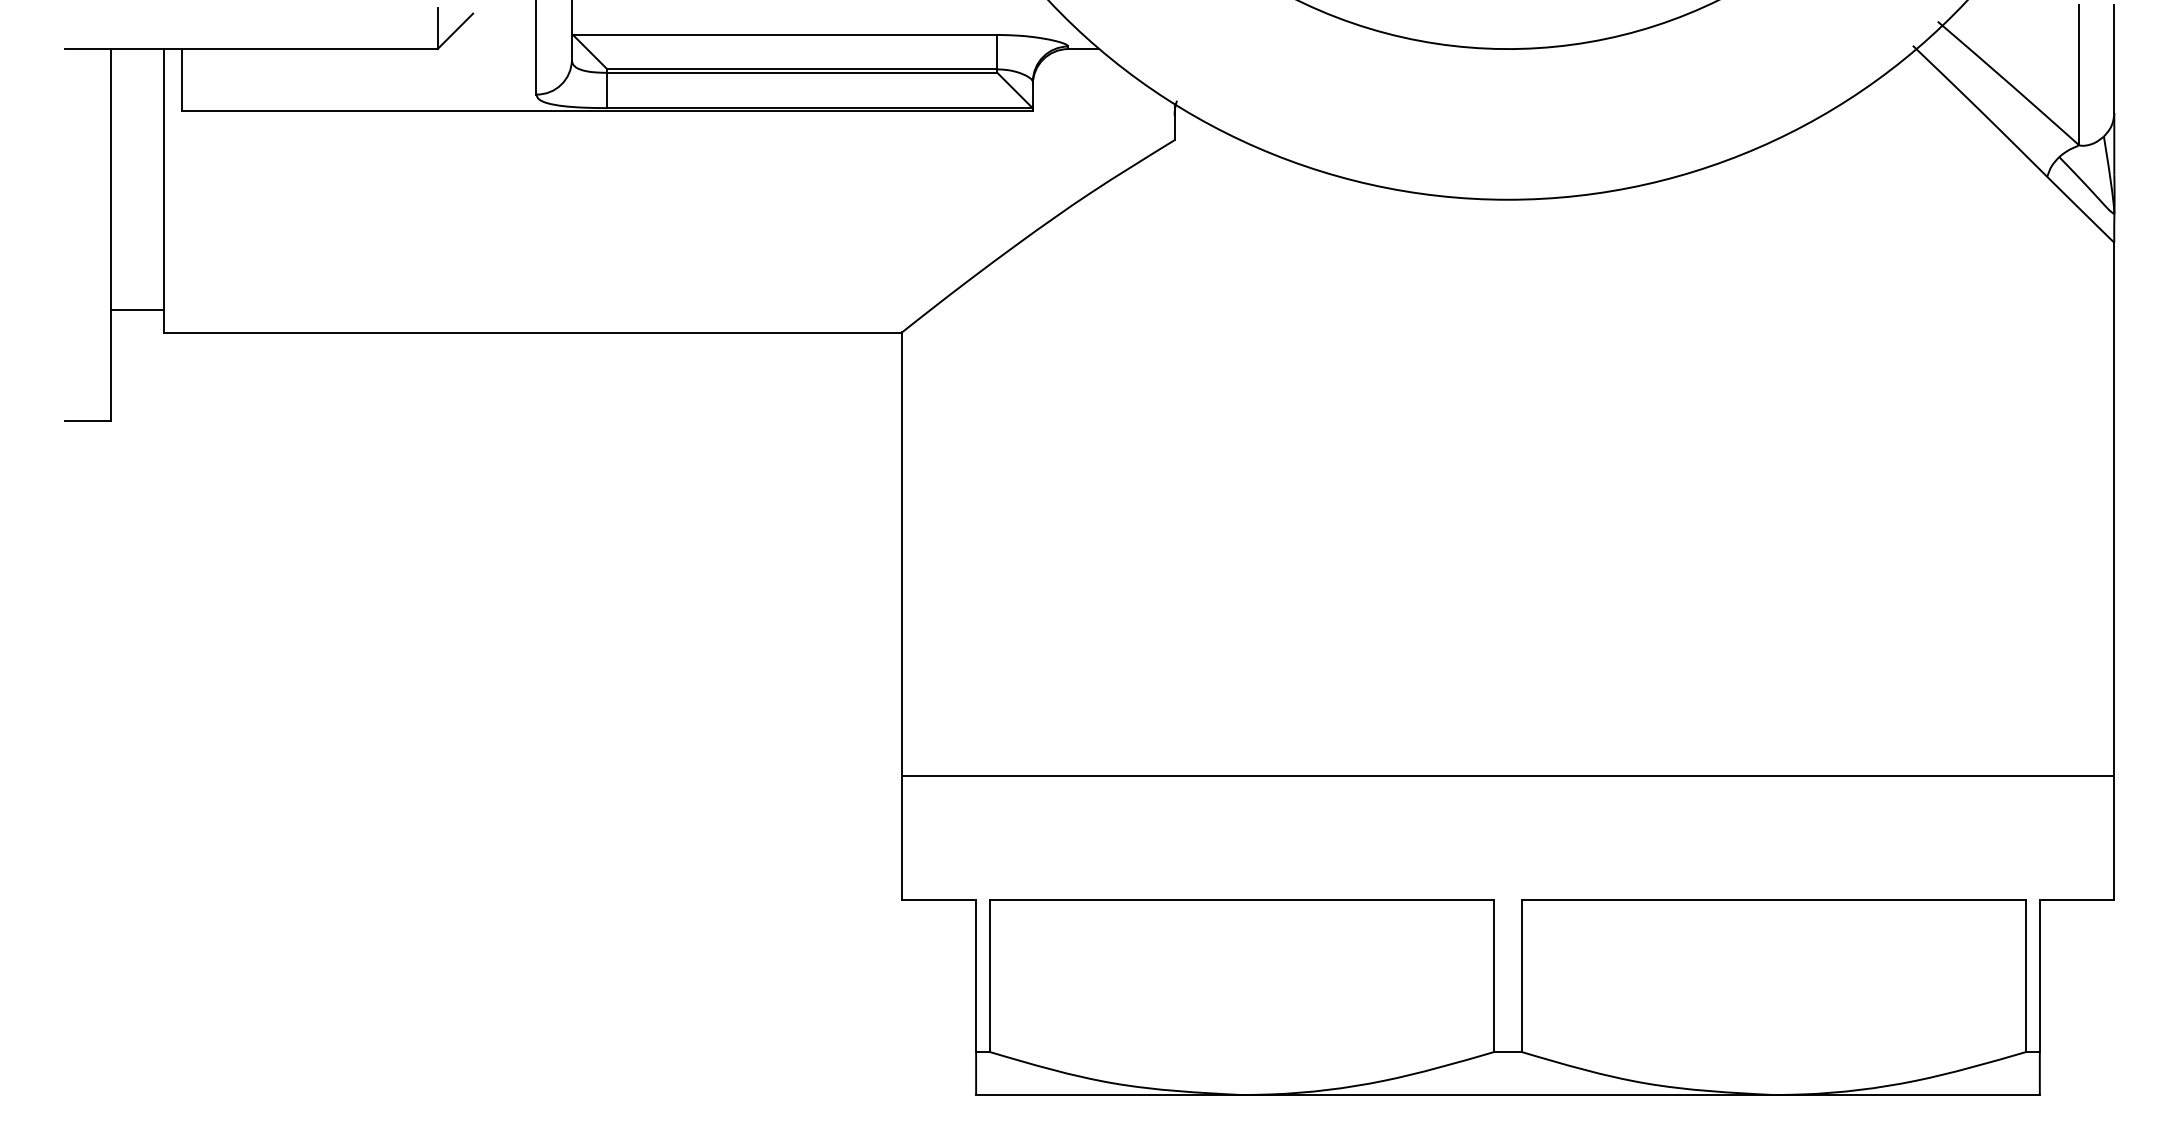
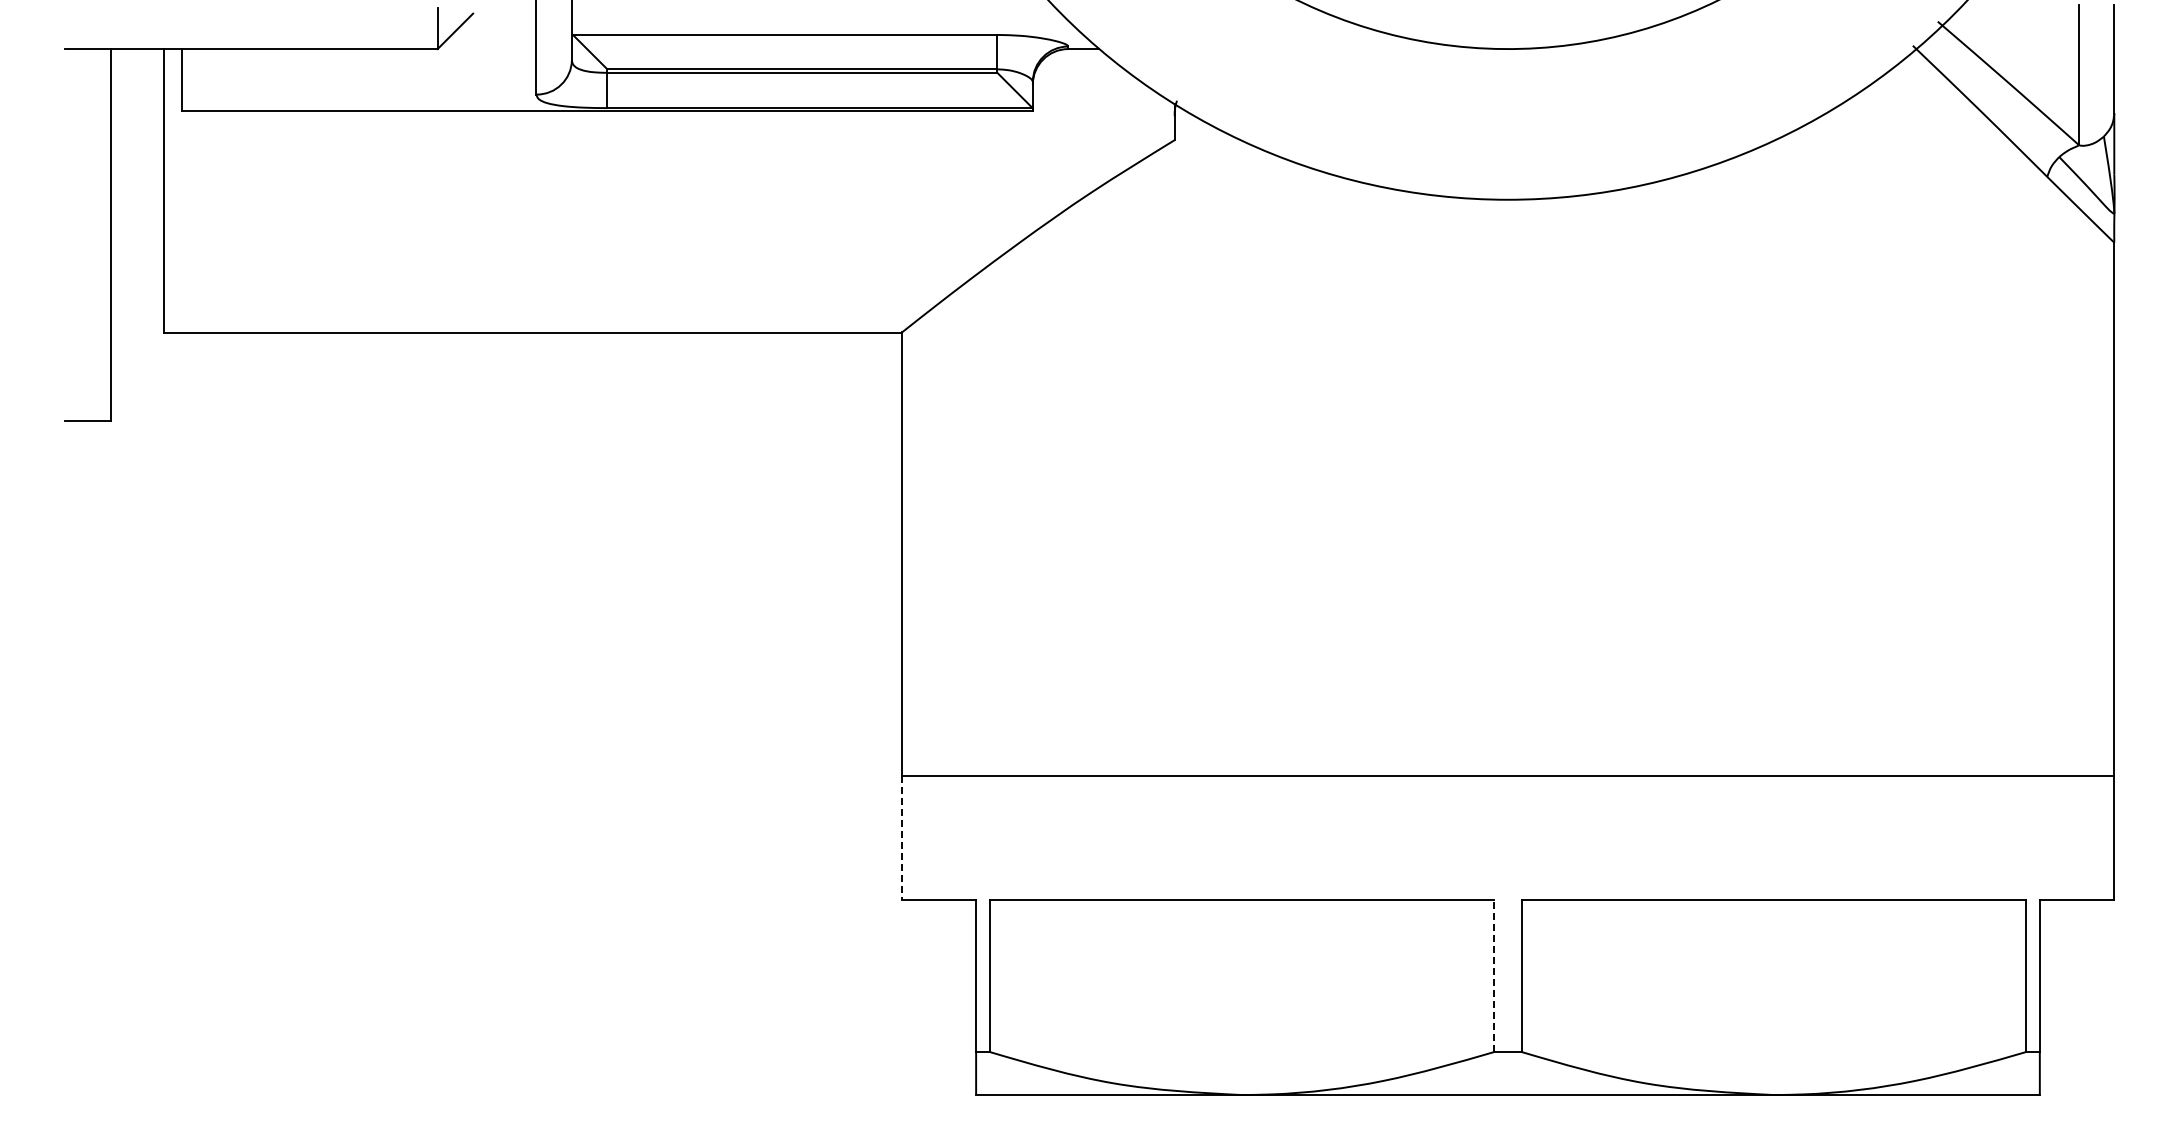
line at (137, 309): present -> none
line at (901, 838): solid -> dashed
line at (1494, 975): solid -> dashed
